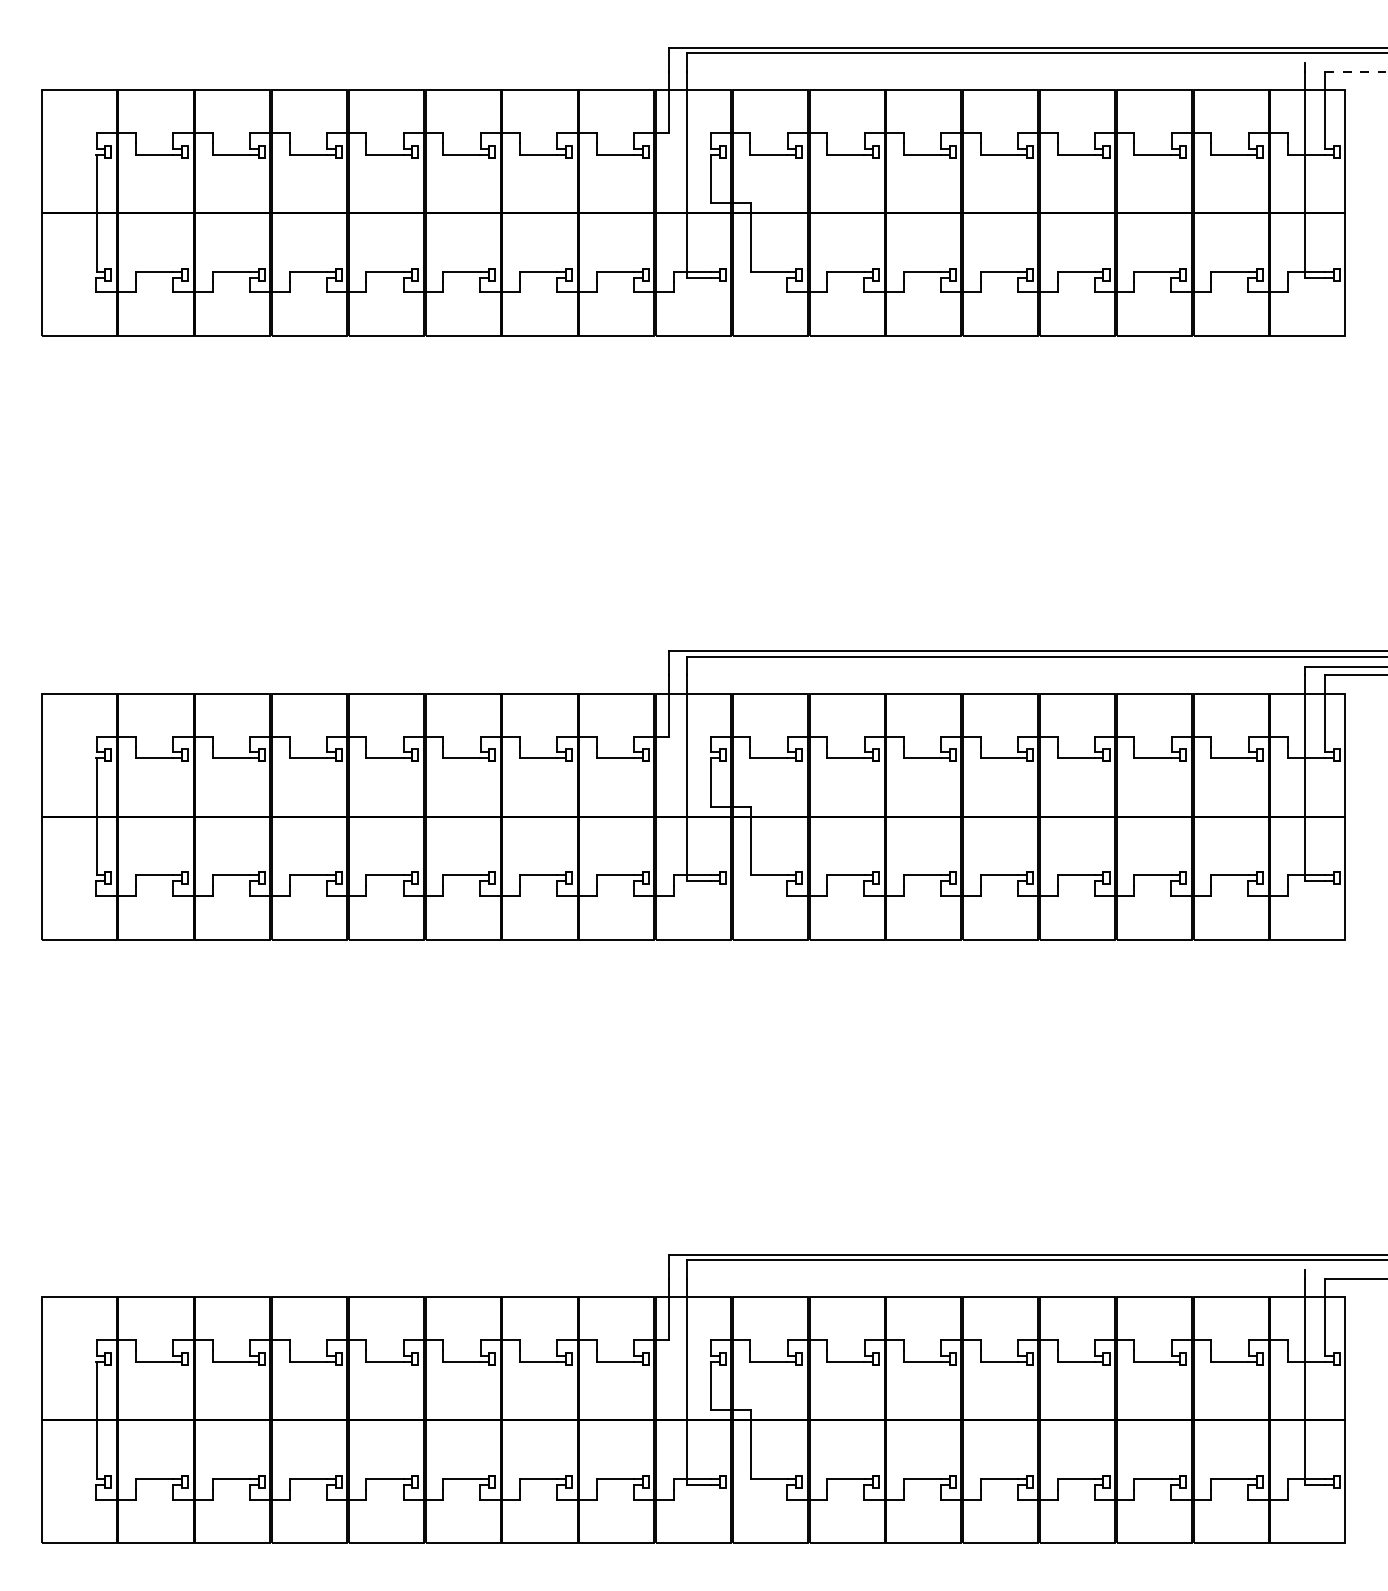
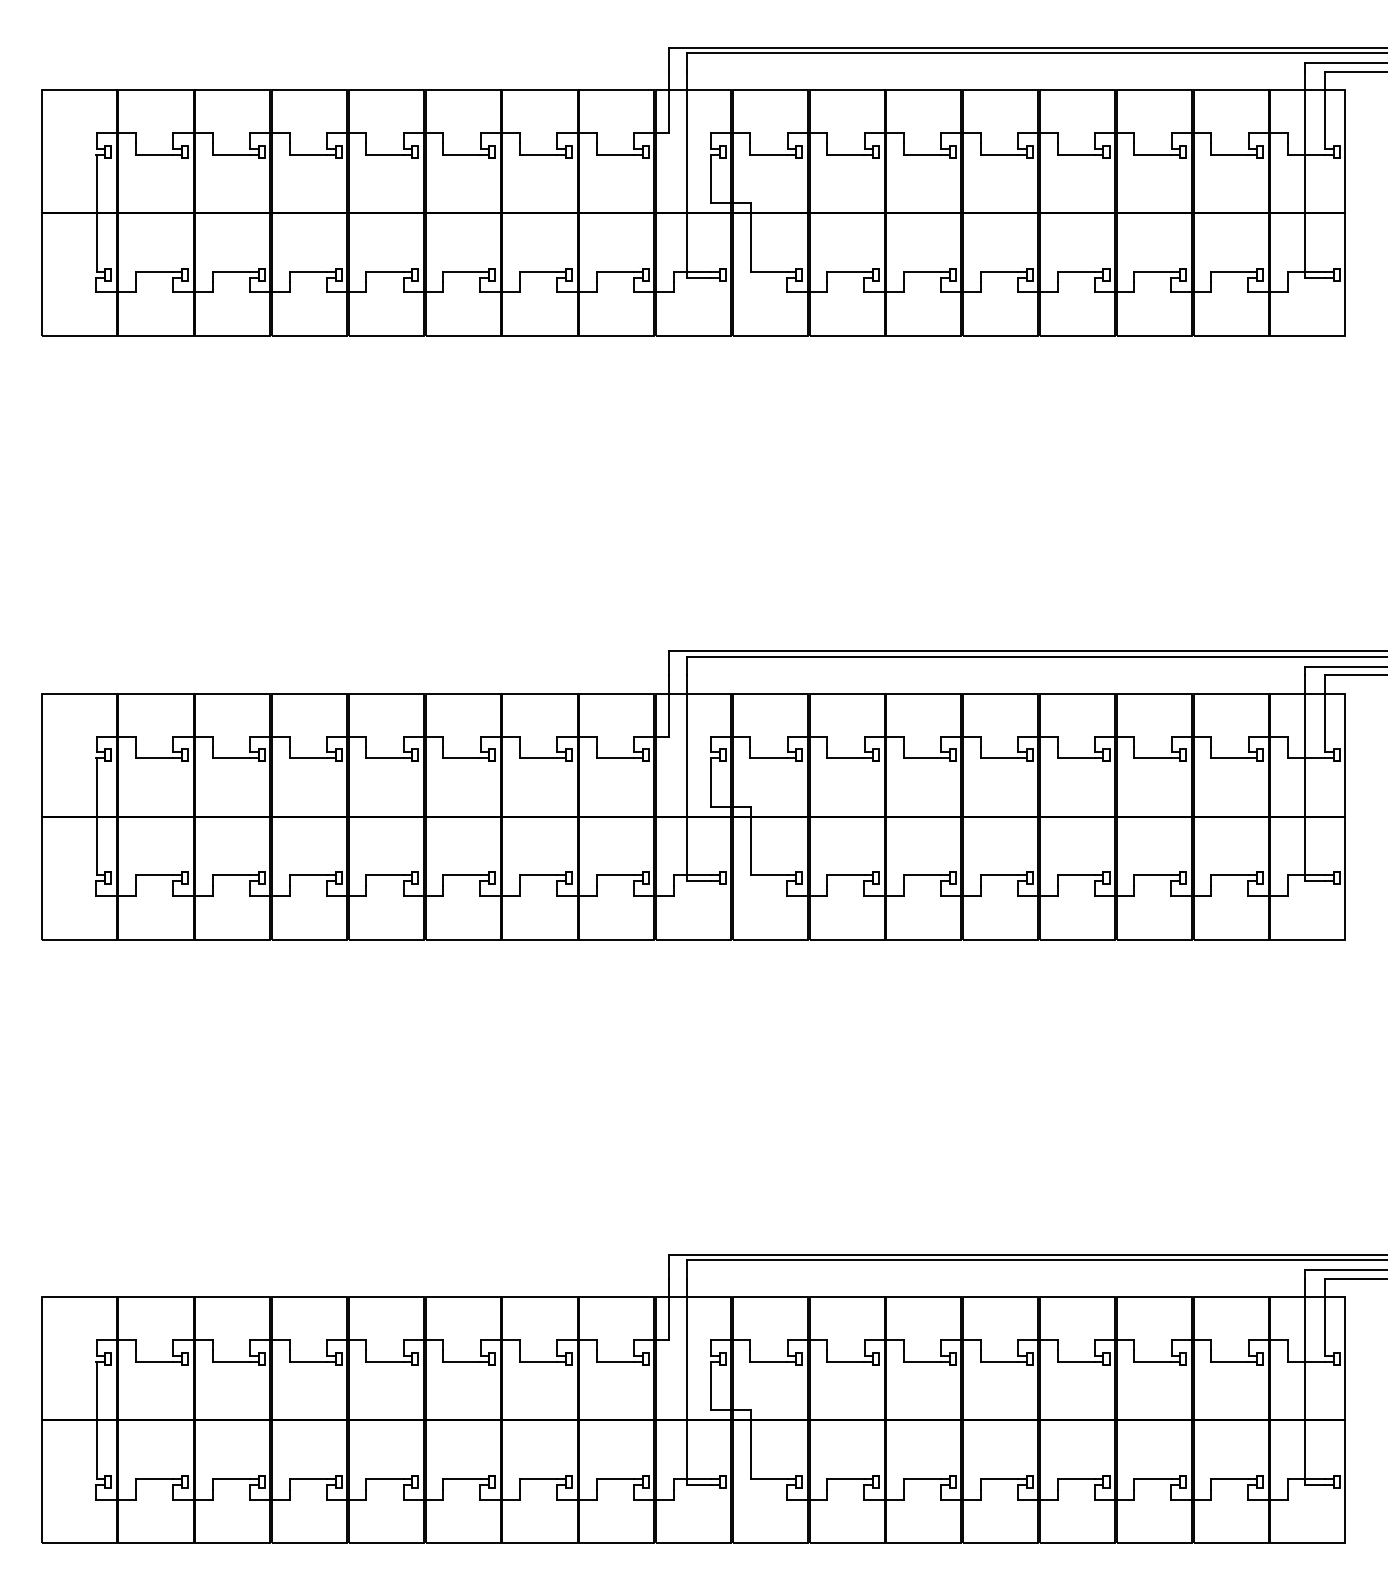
line at (1344, 63): none -> present
line at (1356, 71): dashed -> solid
line at (1344, 1270): none -> present
